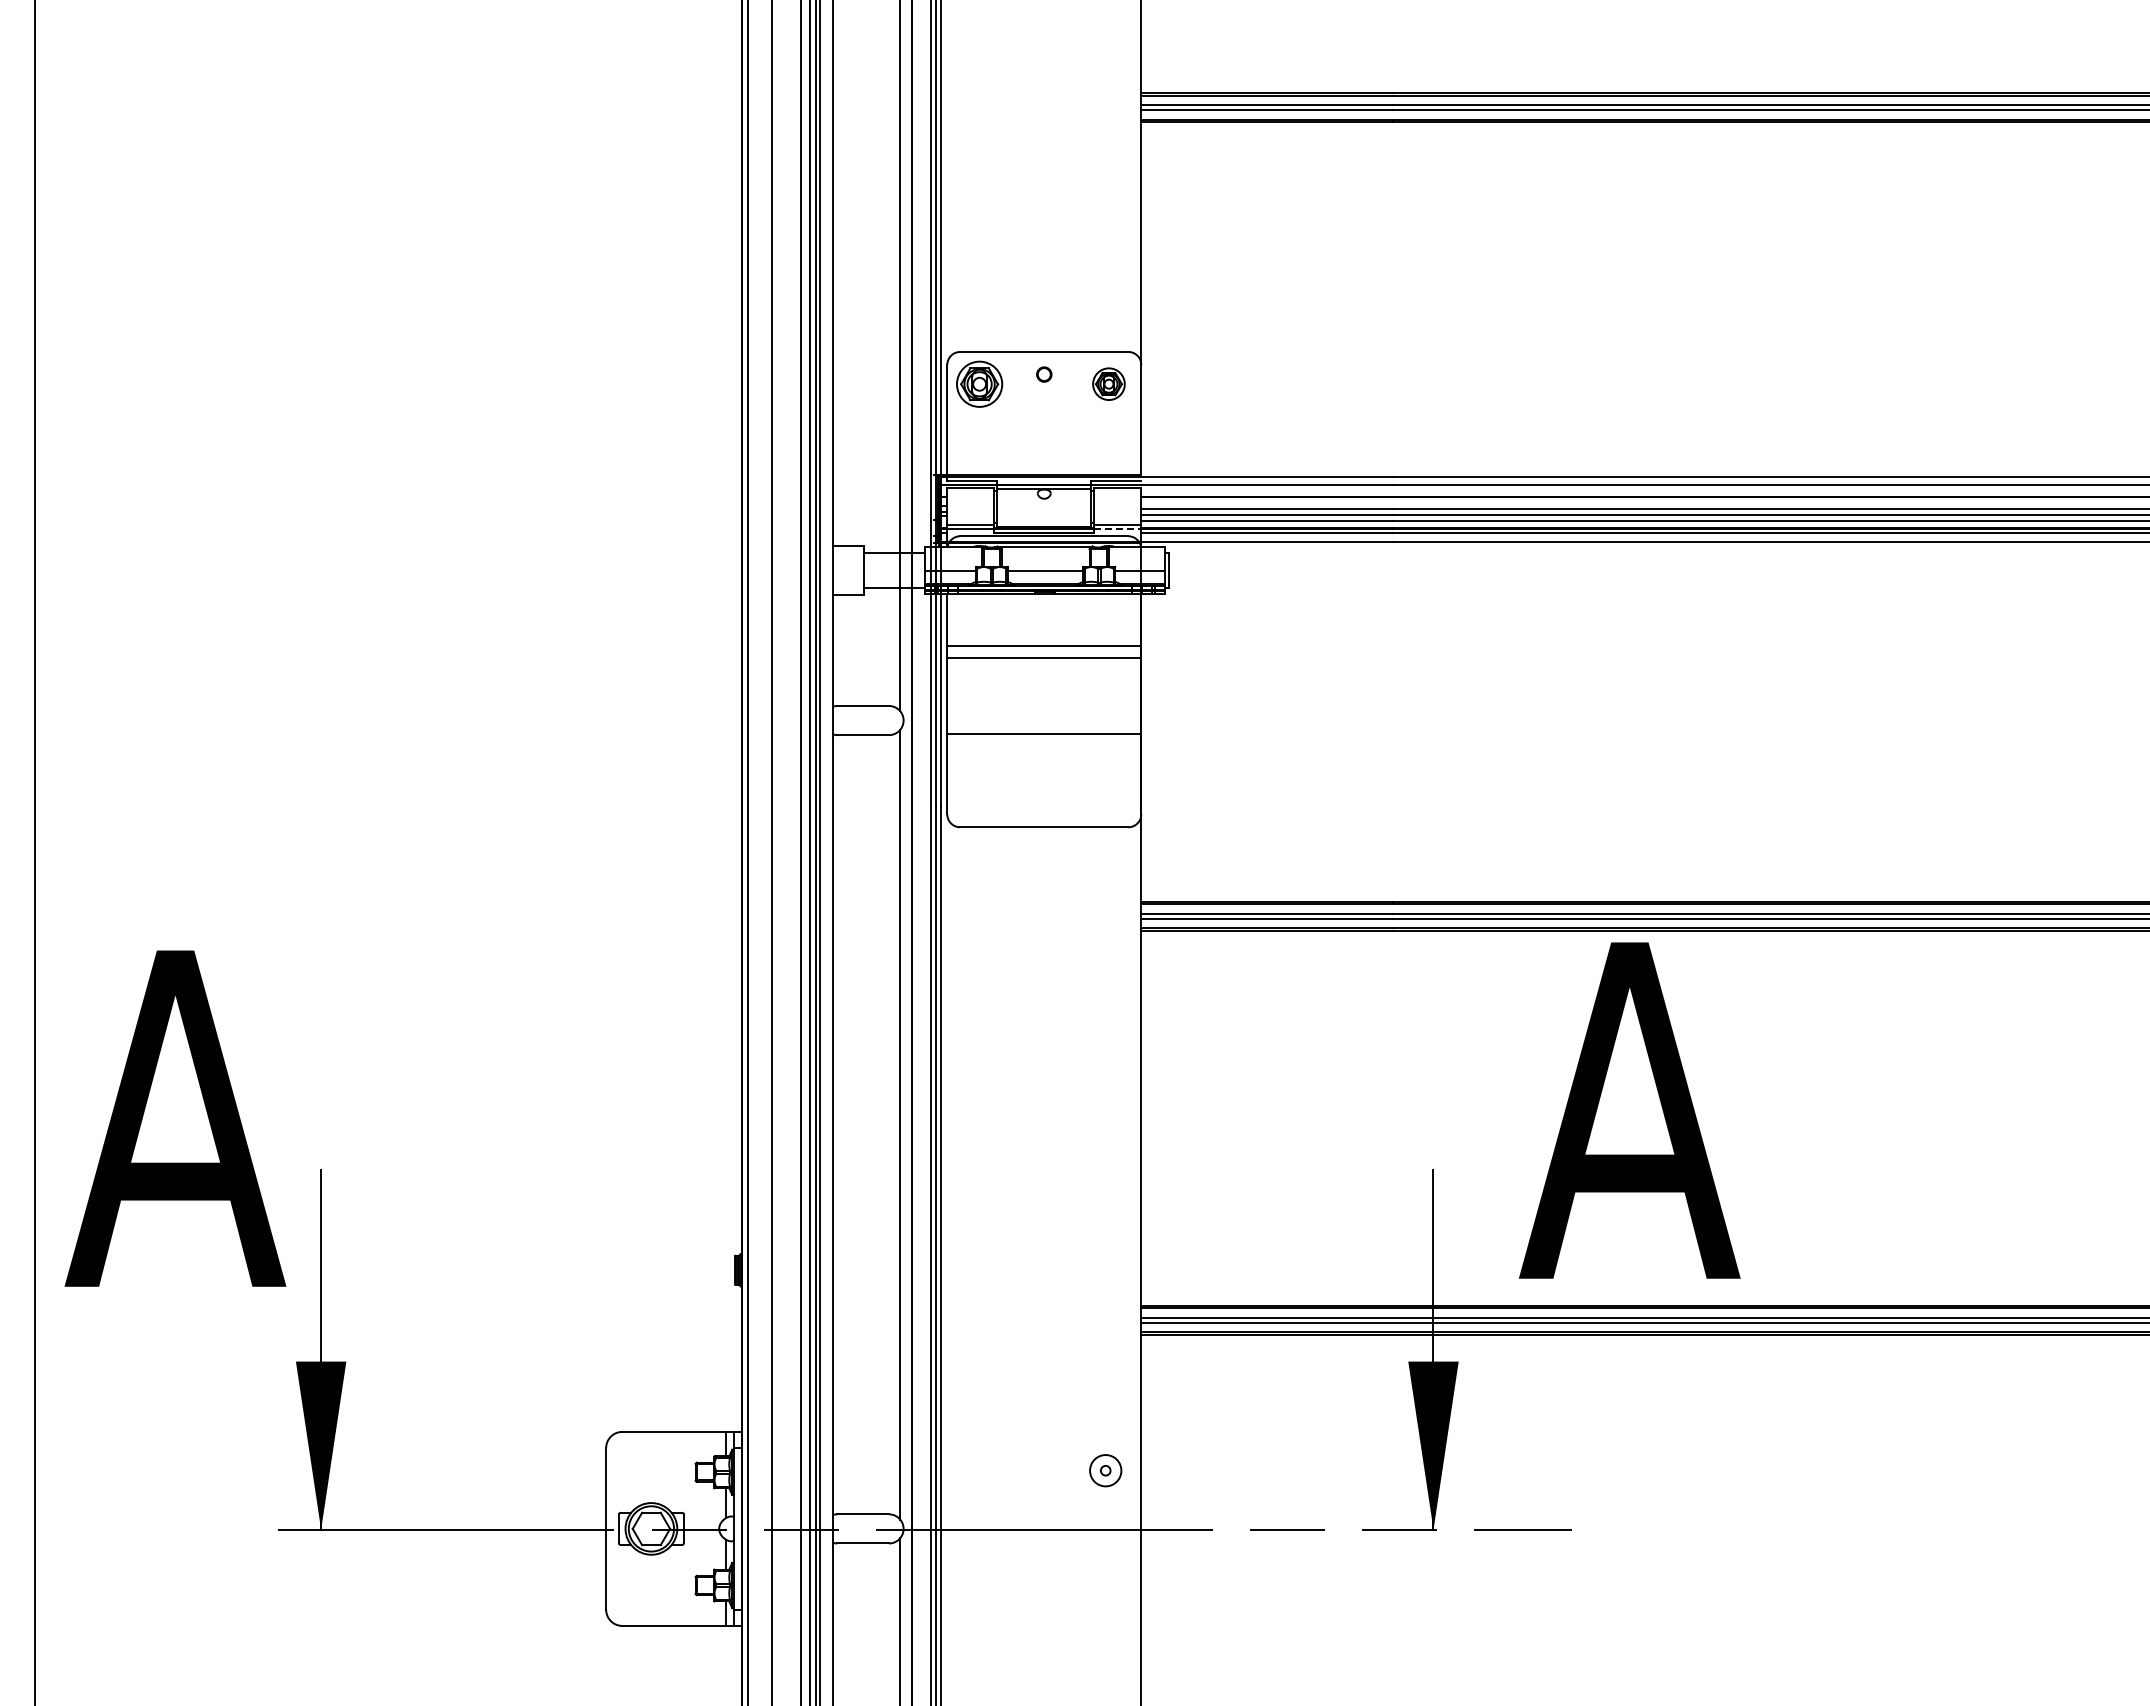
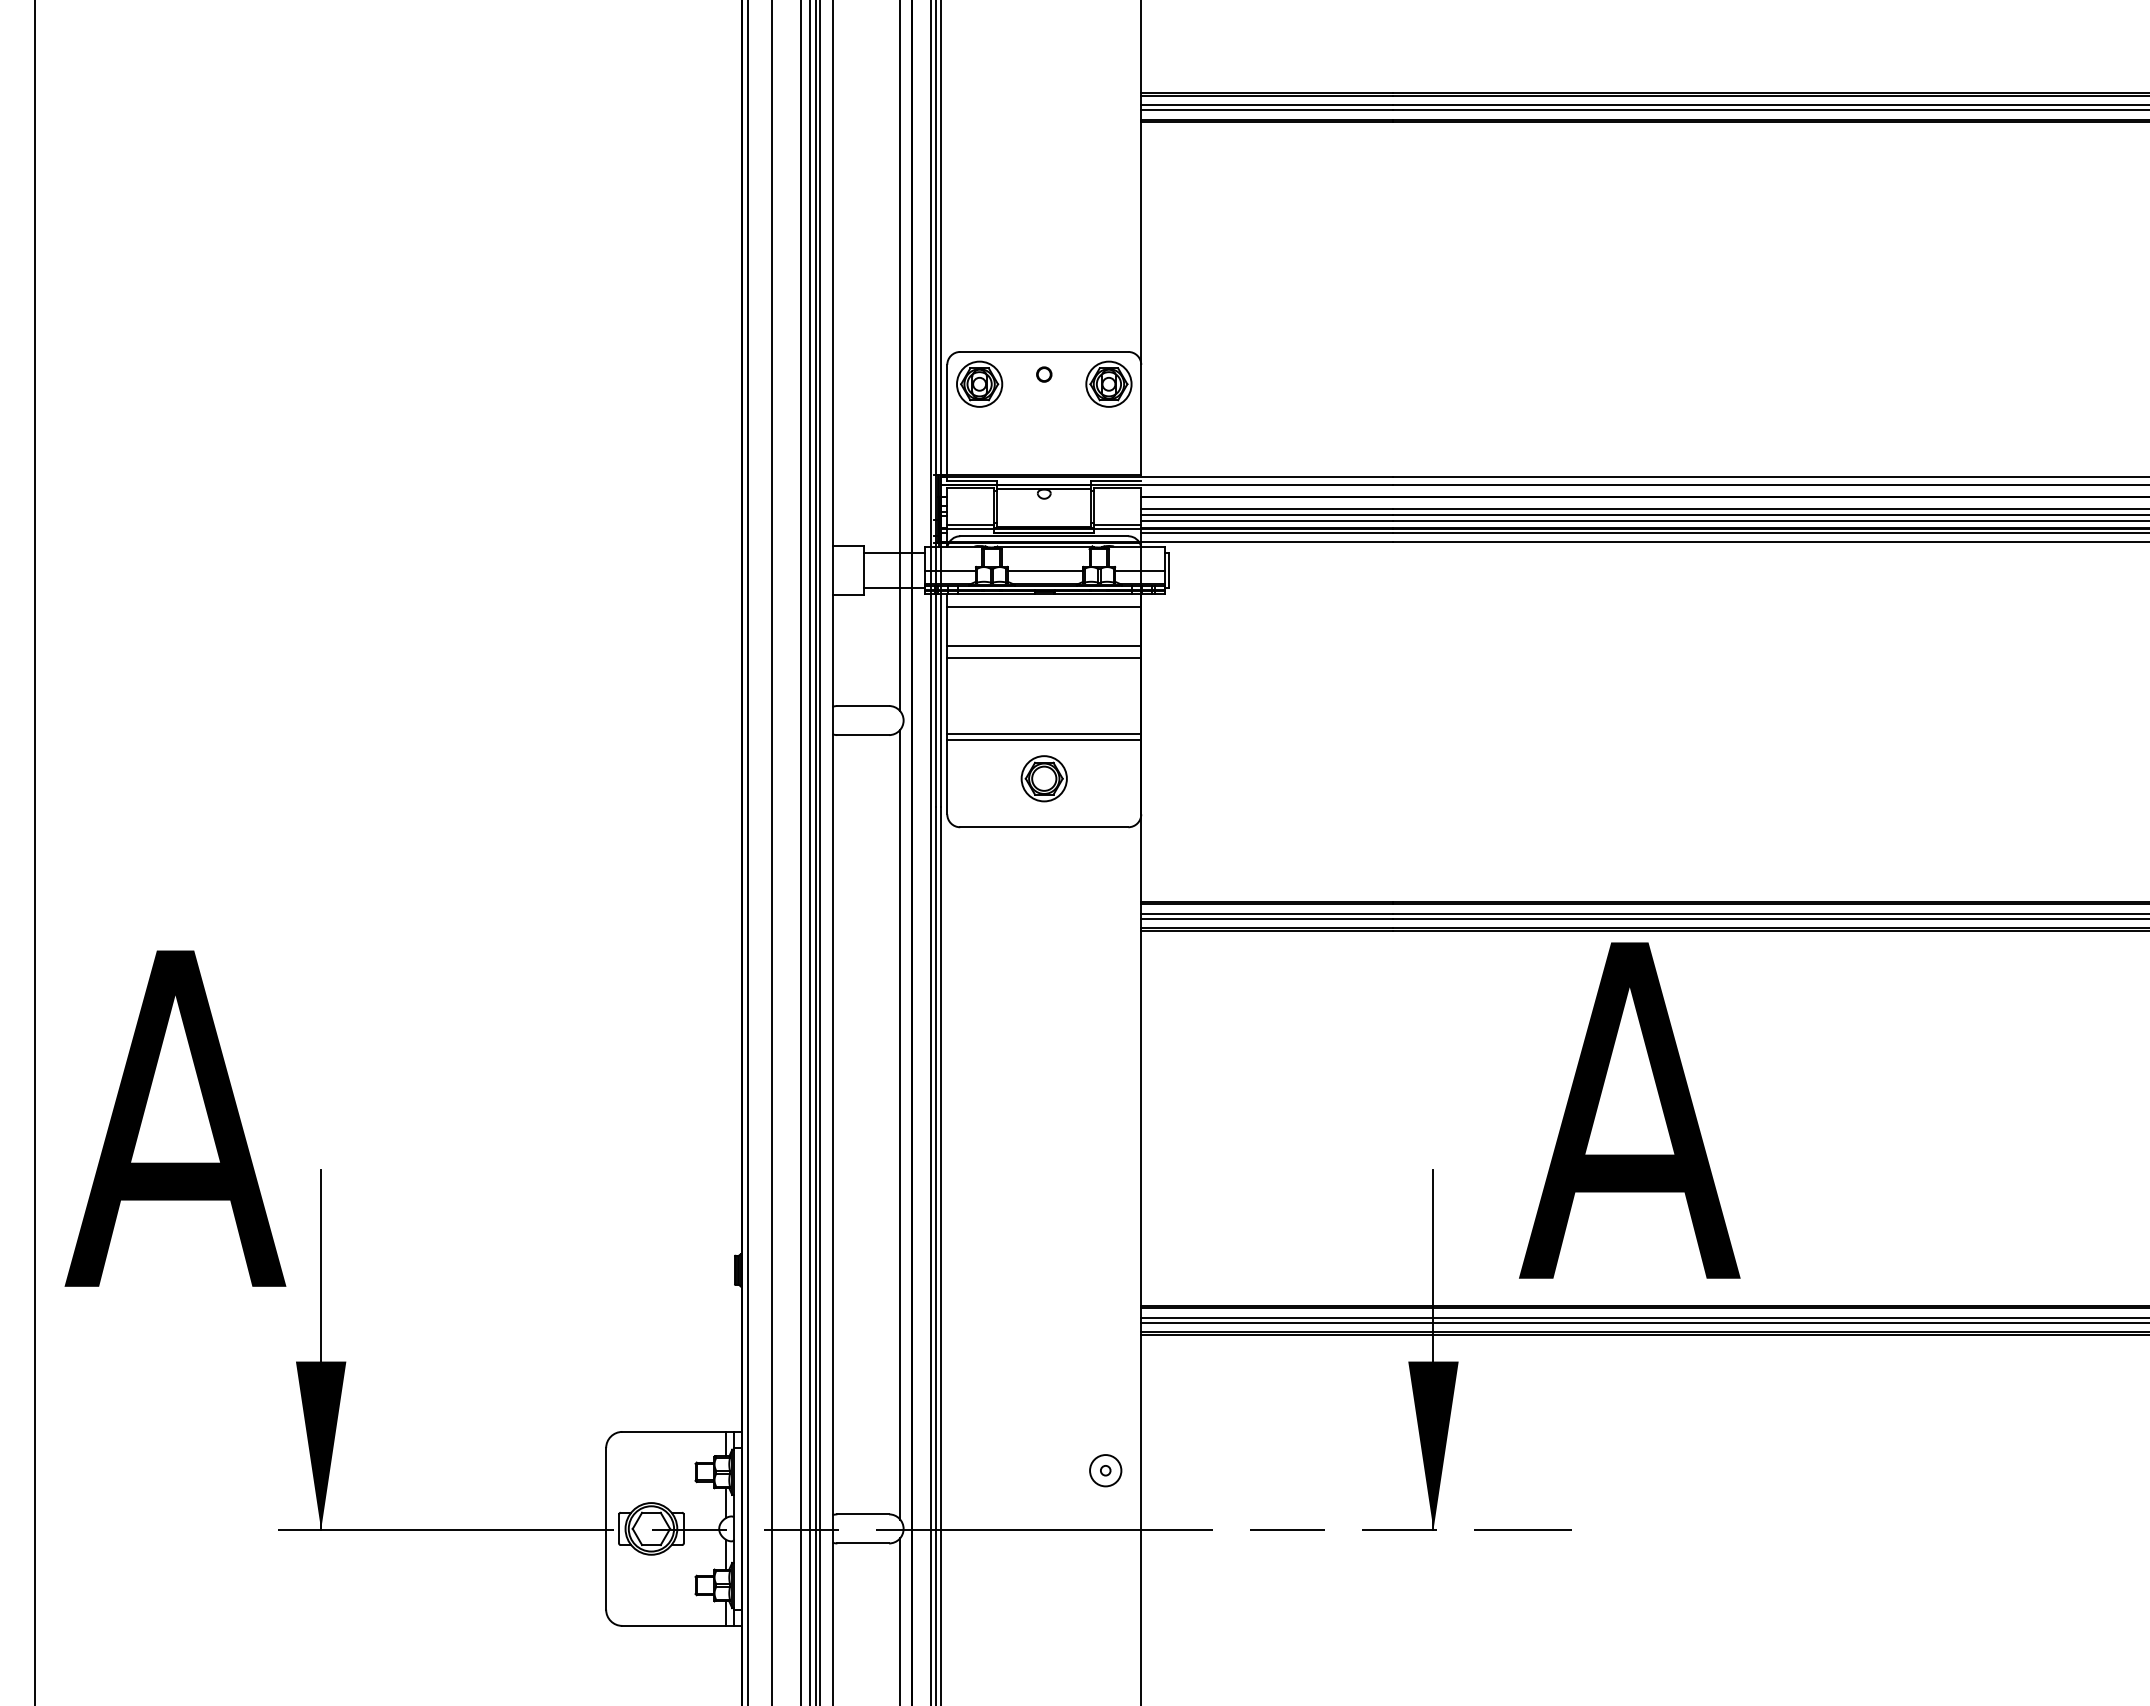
part at (1108, 383) size: 34x34 px -> 48x48 px
line at (1118, 529): dashed -> solid
line at (1044, 607): none -> present
line at (1044, 739): none -> present
part at (1043, 778): none -> present
